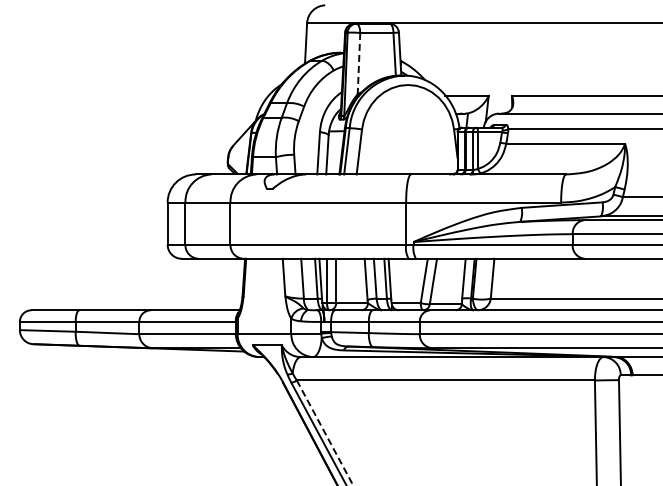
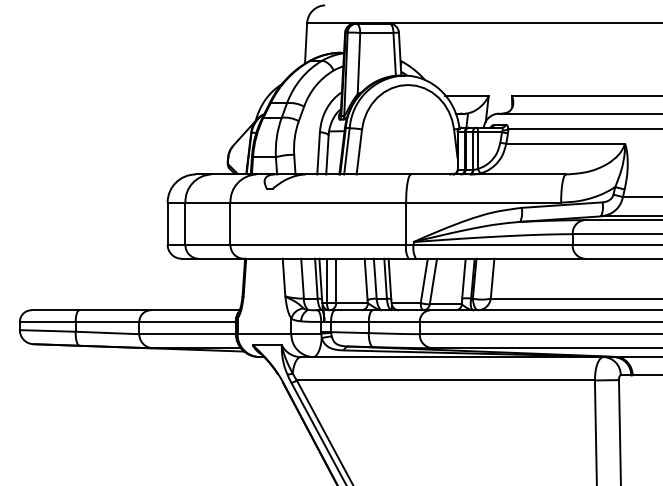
line at (359, 63): dashed -> solid
line at (325, 433): dashed -> solid
